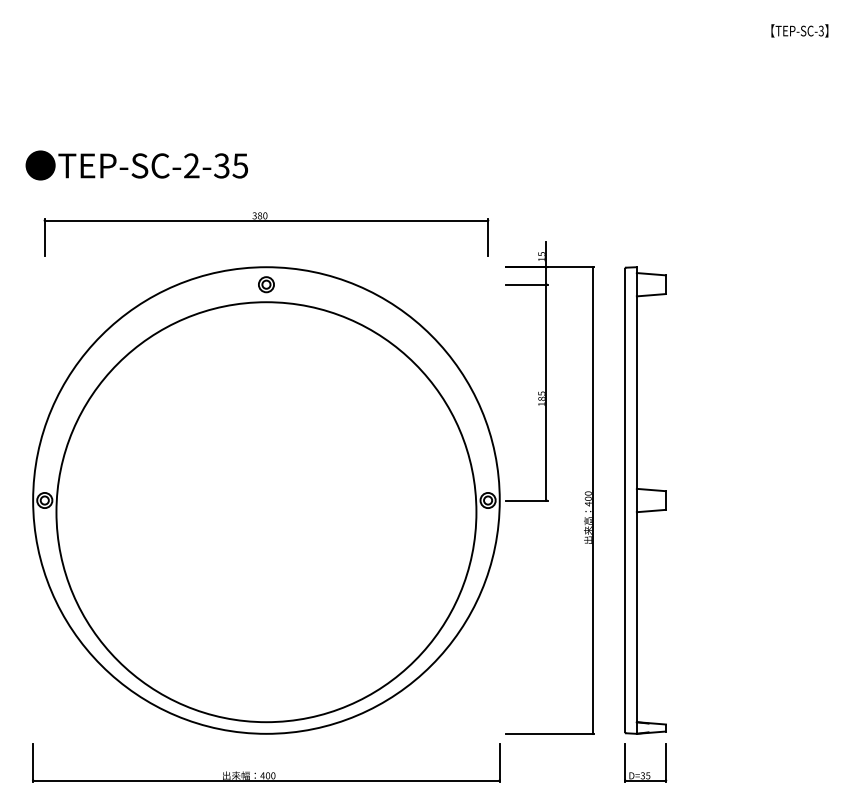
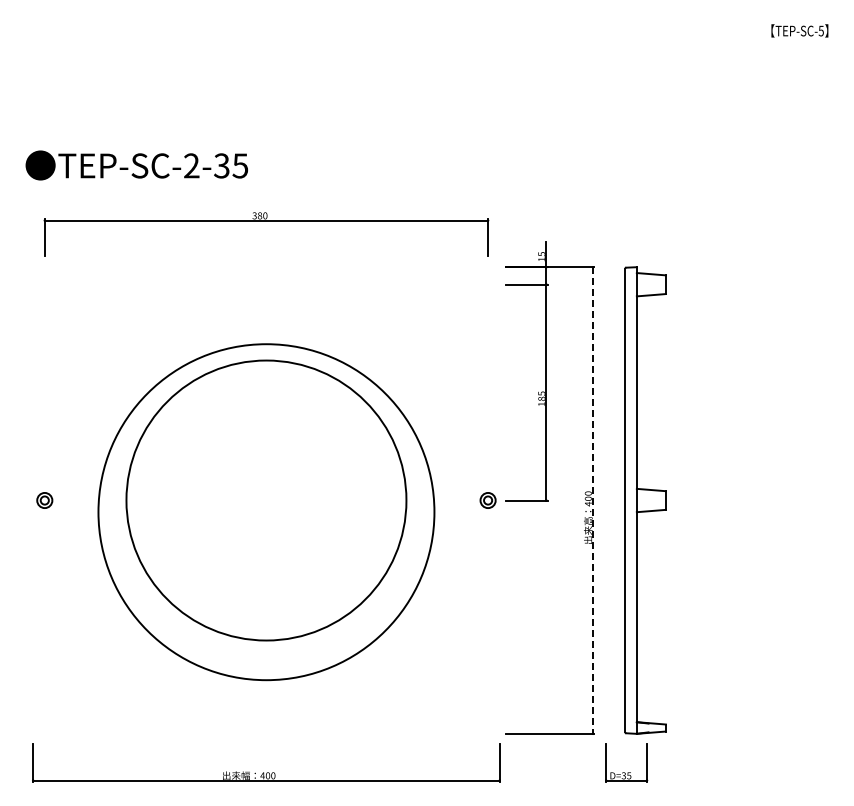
text at (821, 30): TEP-SC-3 -> TEP-SC-5
part at (266, 284): present -> none
circle at (266, 500) diameter: 467 px -> 280 px
line at (593, 501): solid -> dashed
circle at (266, 512) diameter: 420 px -> 336 px
part at (646, 772) position: (646, 772) -> (627, 772)
